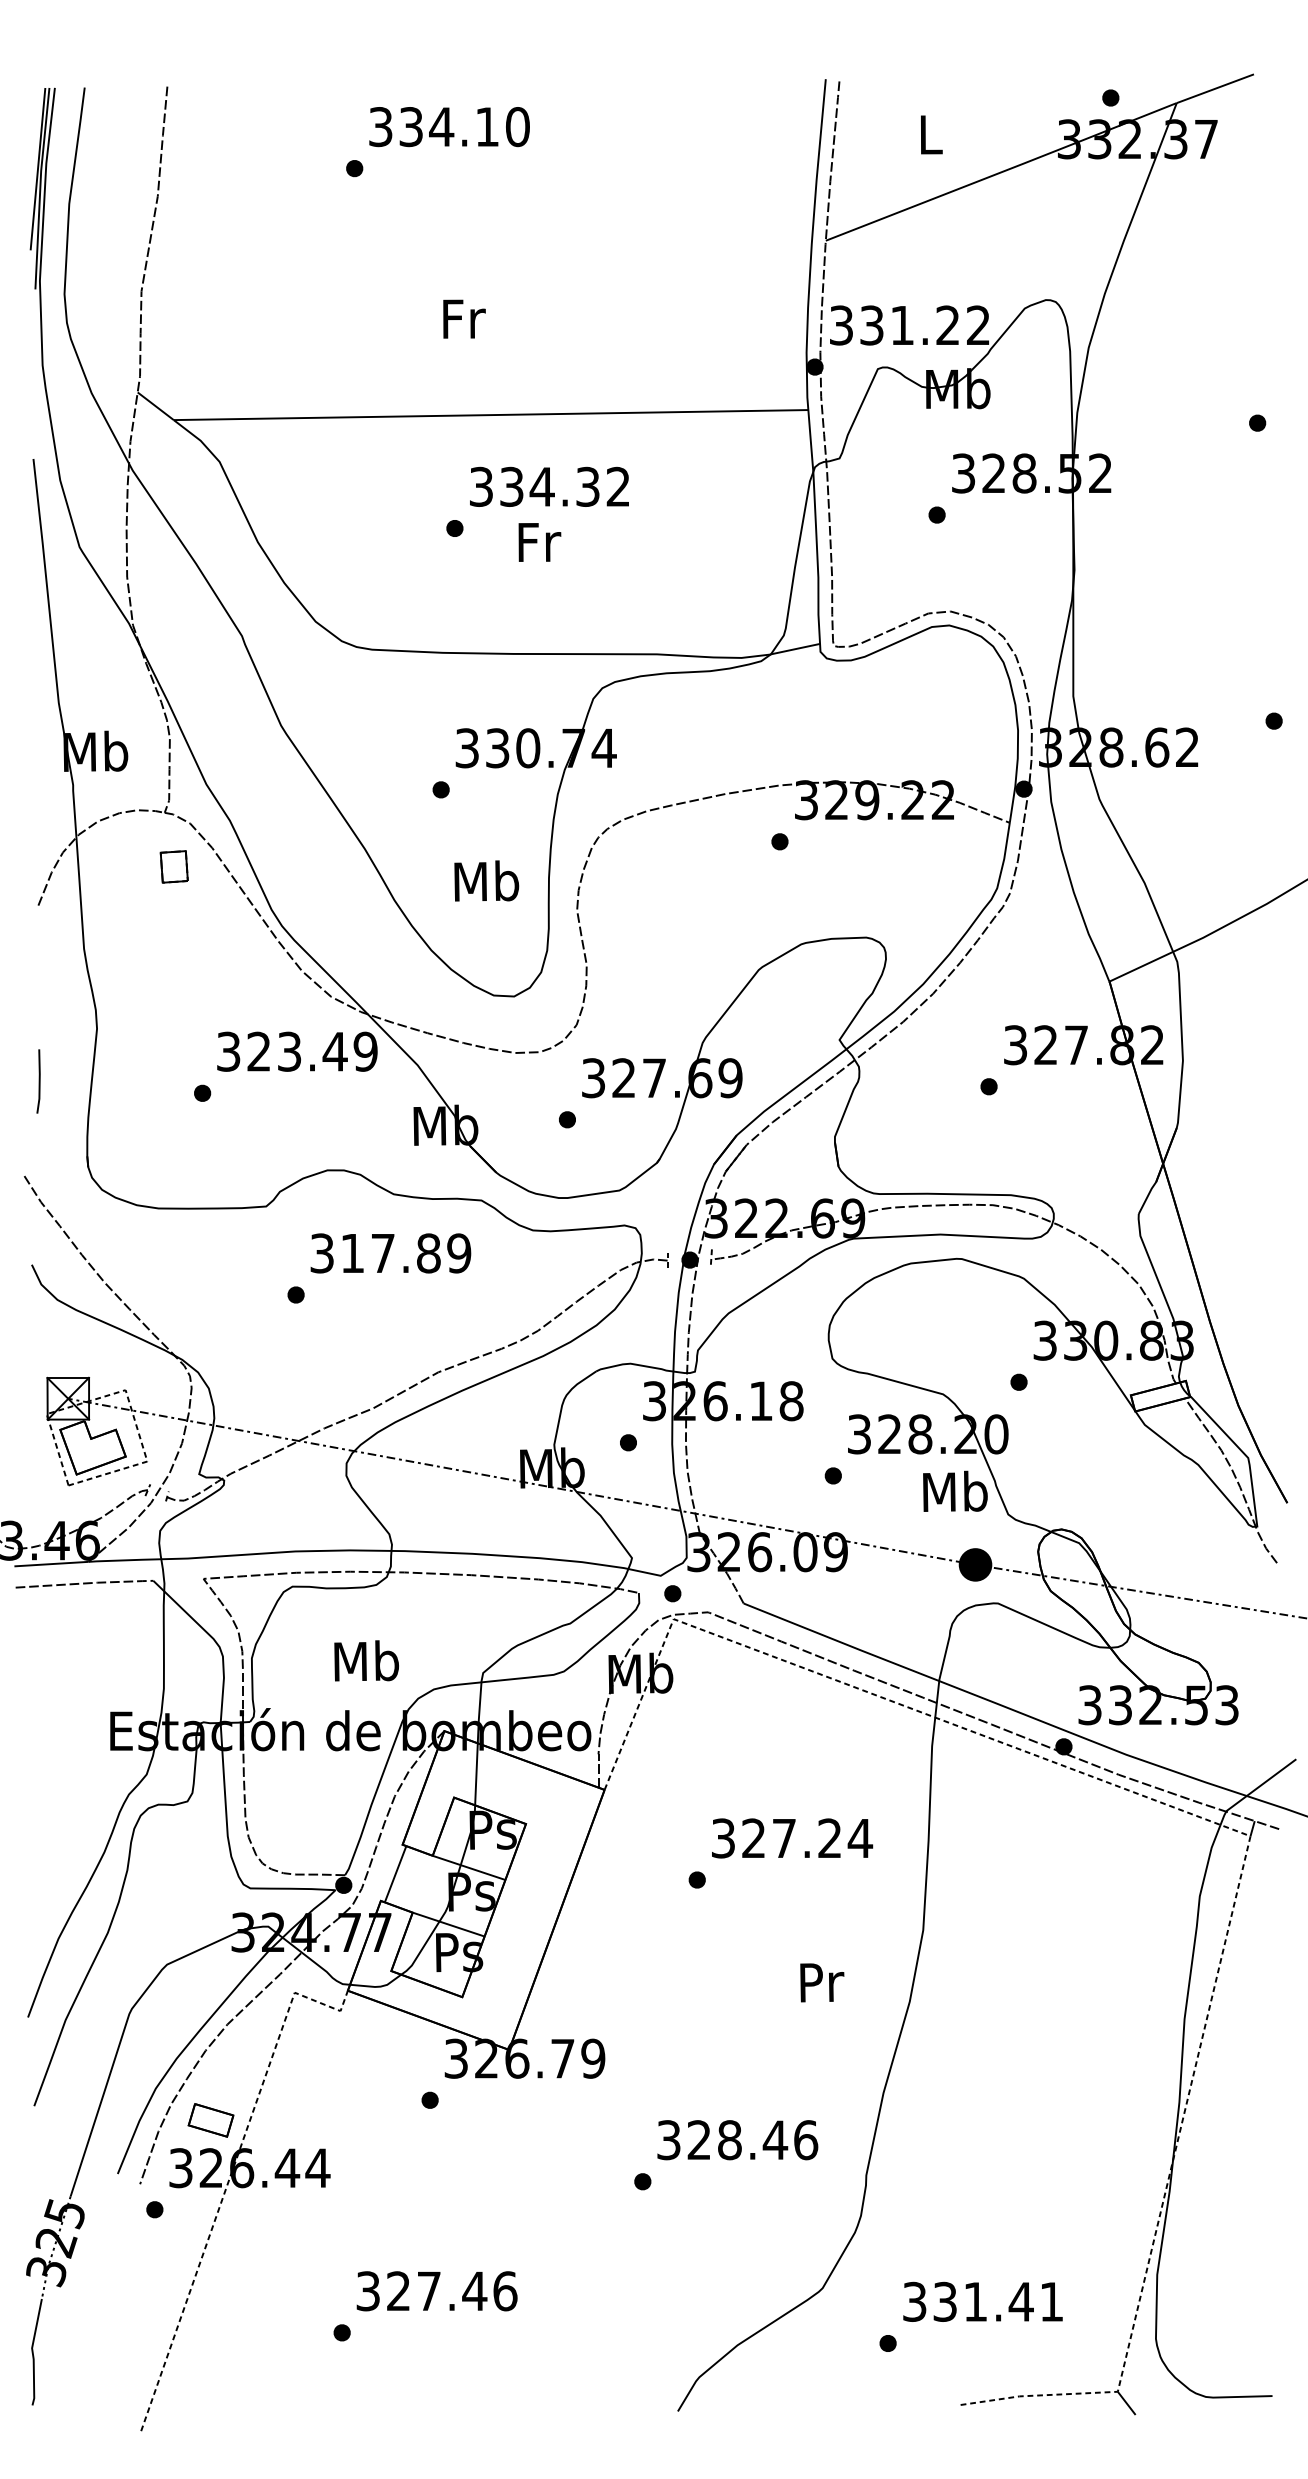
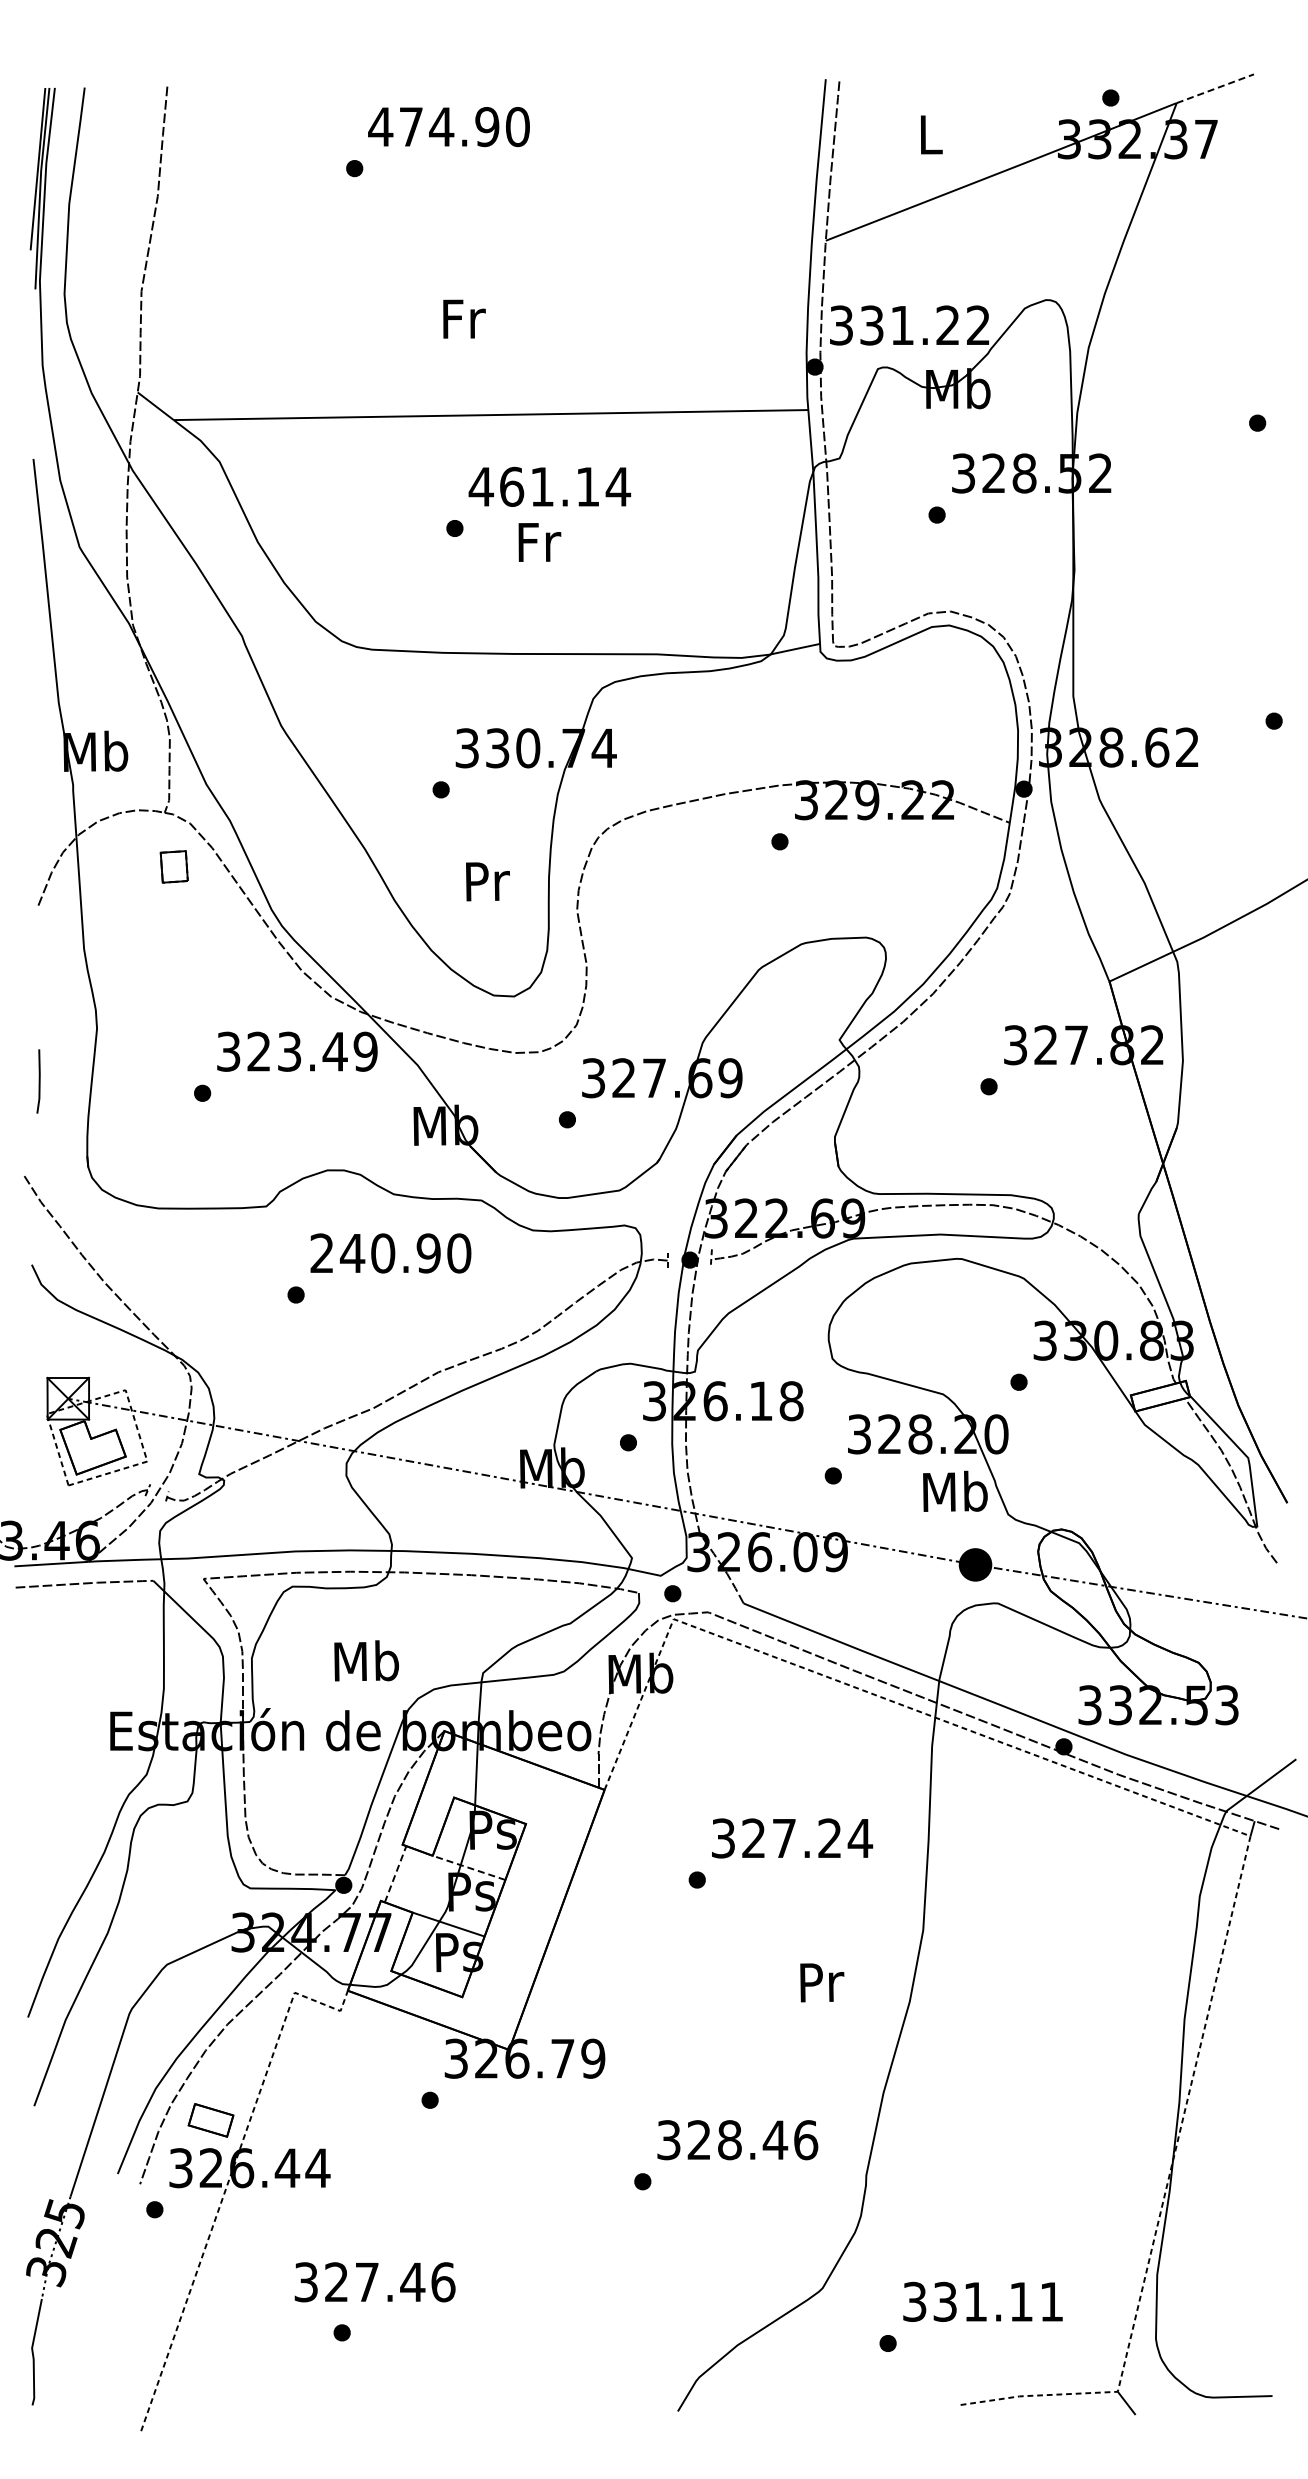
line at (1215, 88): solid -> dashed
text at (433, 127): 334.10 -> 474.90
text at (549, 486): 334.32 -> 461.14
text at (486, 880): Mb -> Pr
text at (390, 1253): 317.89 -> 240.90
line at (468, 1867): solid -> dashed
line at (395, 1873): solid -> dashed
text at (436, 2291) position: (436, 2291) -> (374, 2282)
text at (1020, 2301): 331.41 -> 331.11
